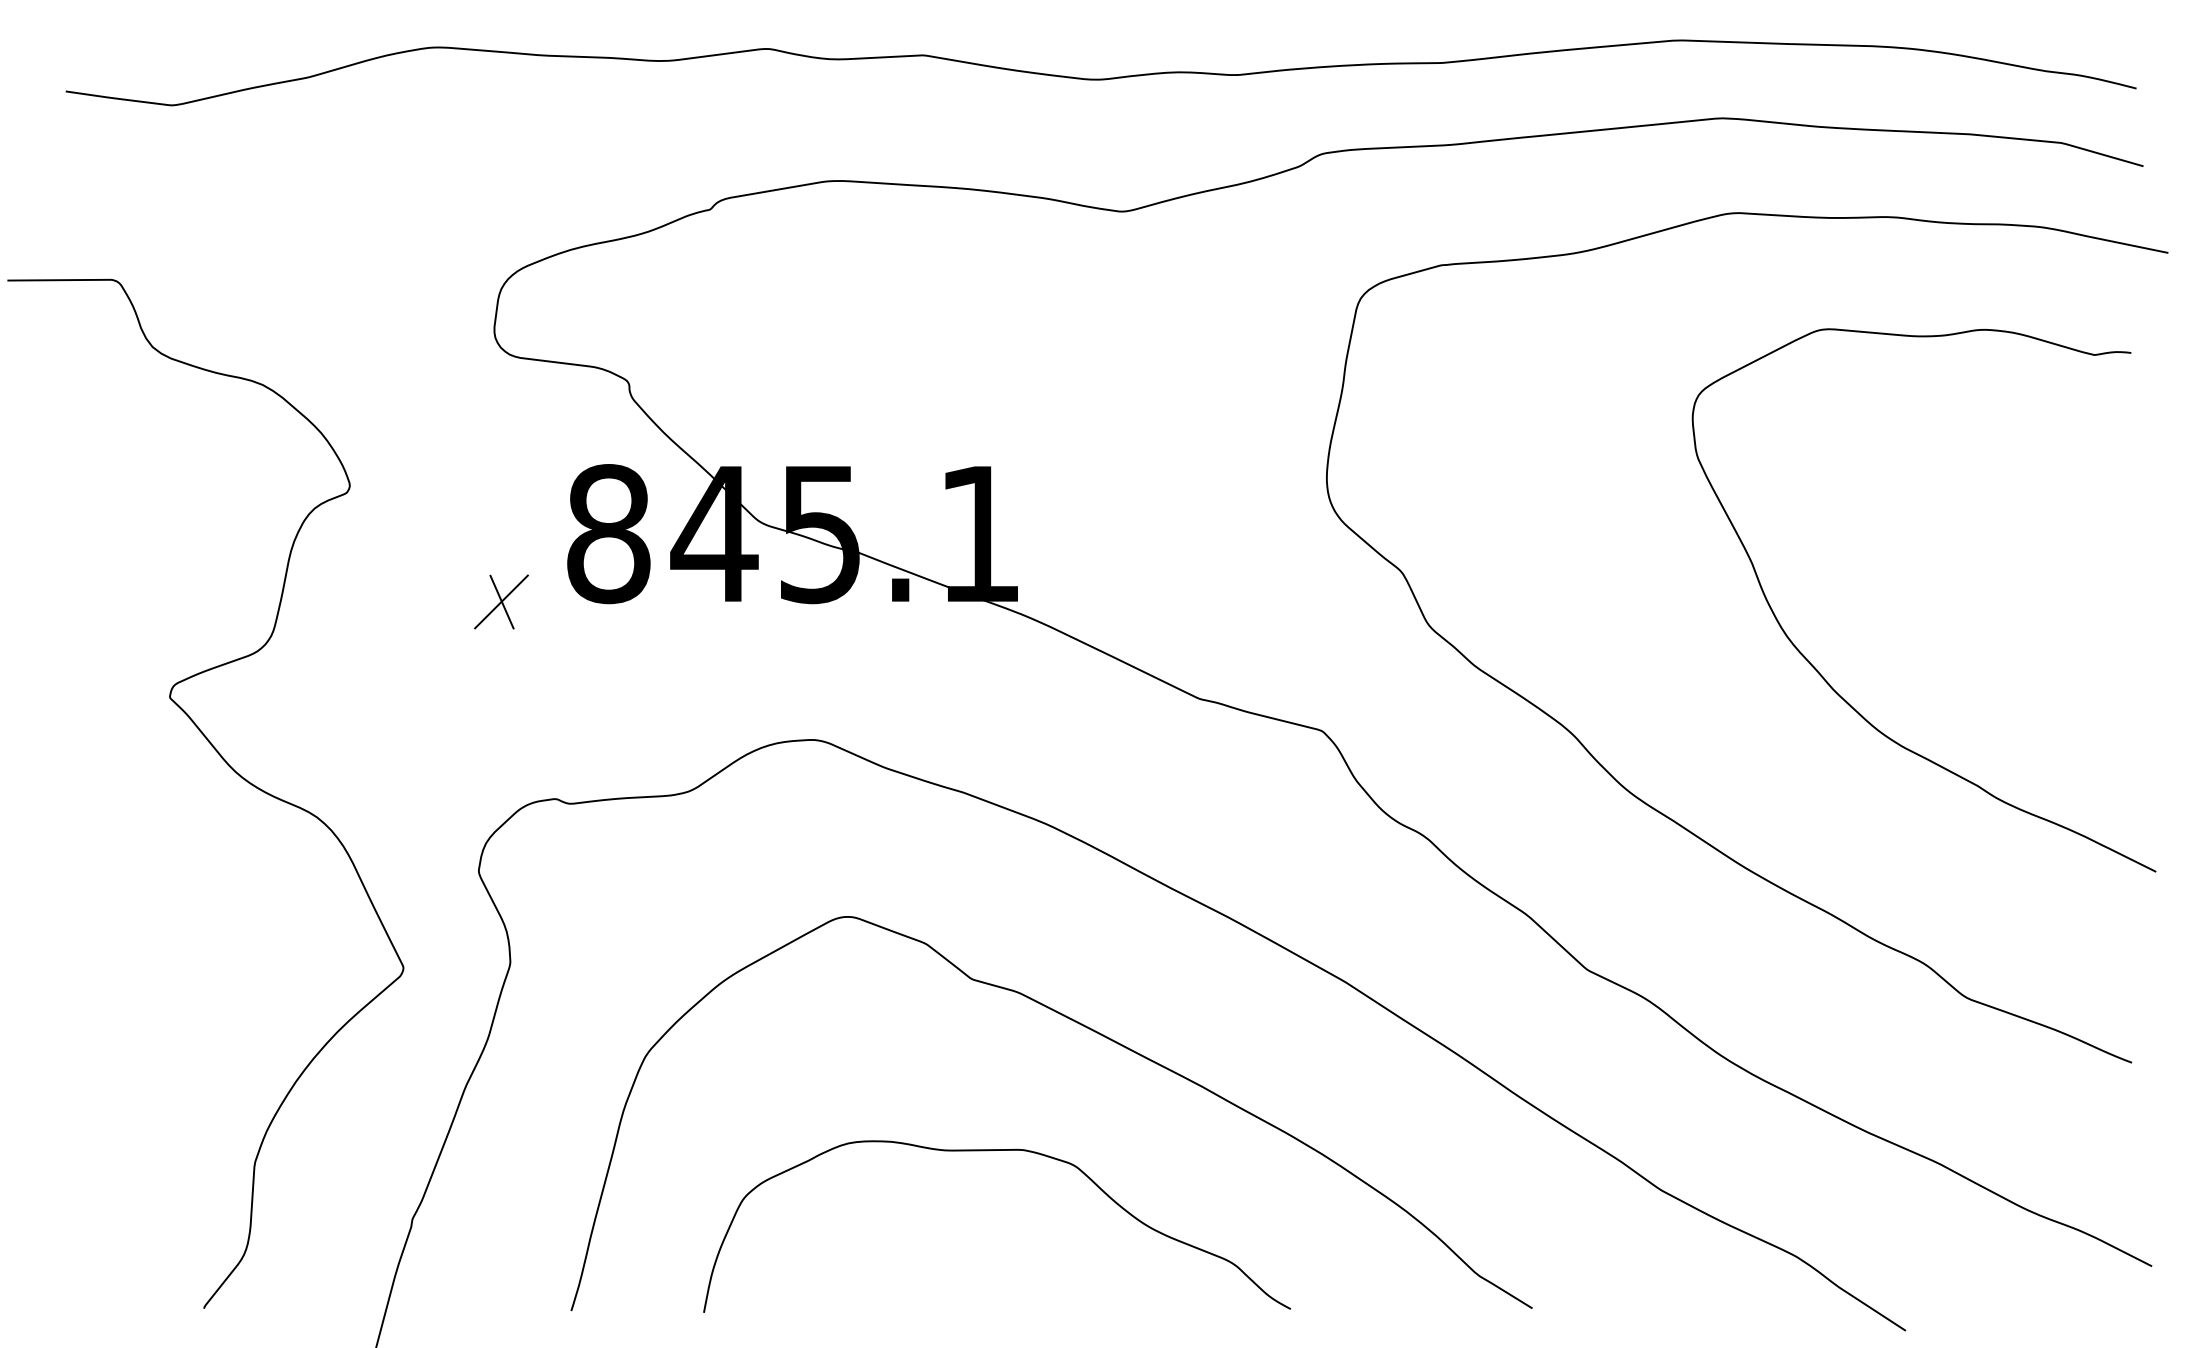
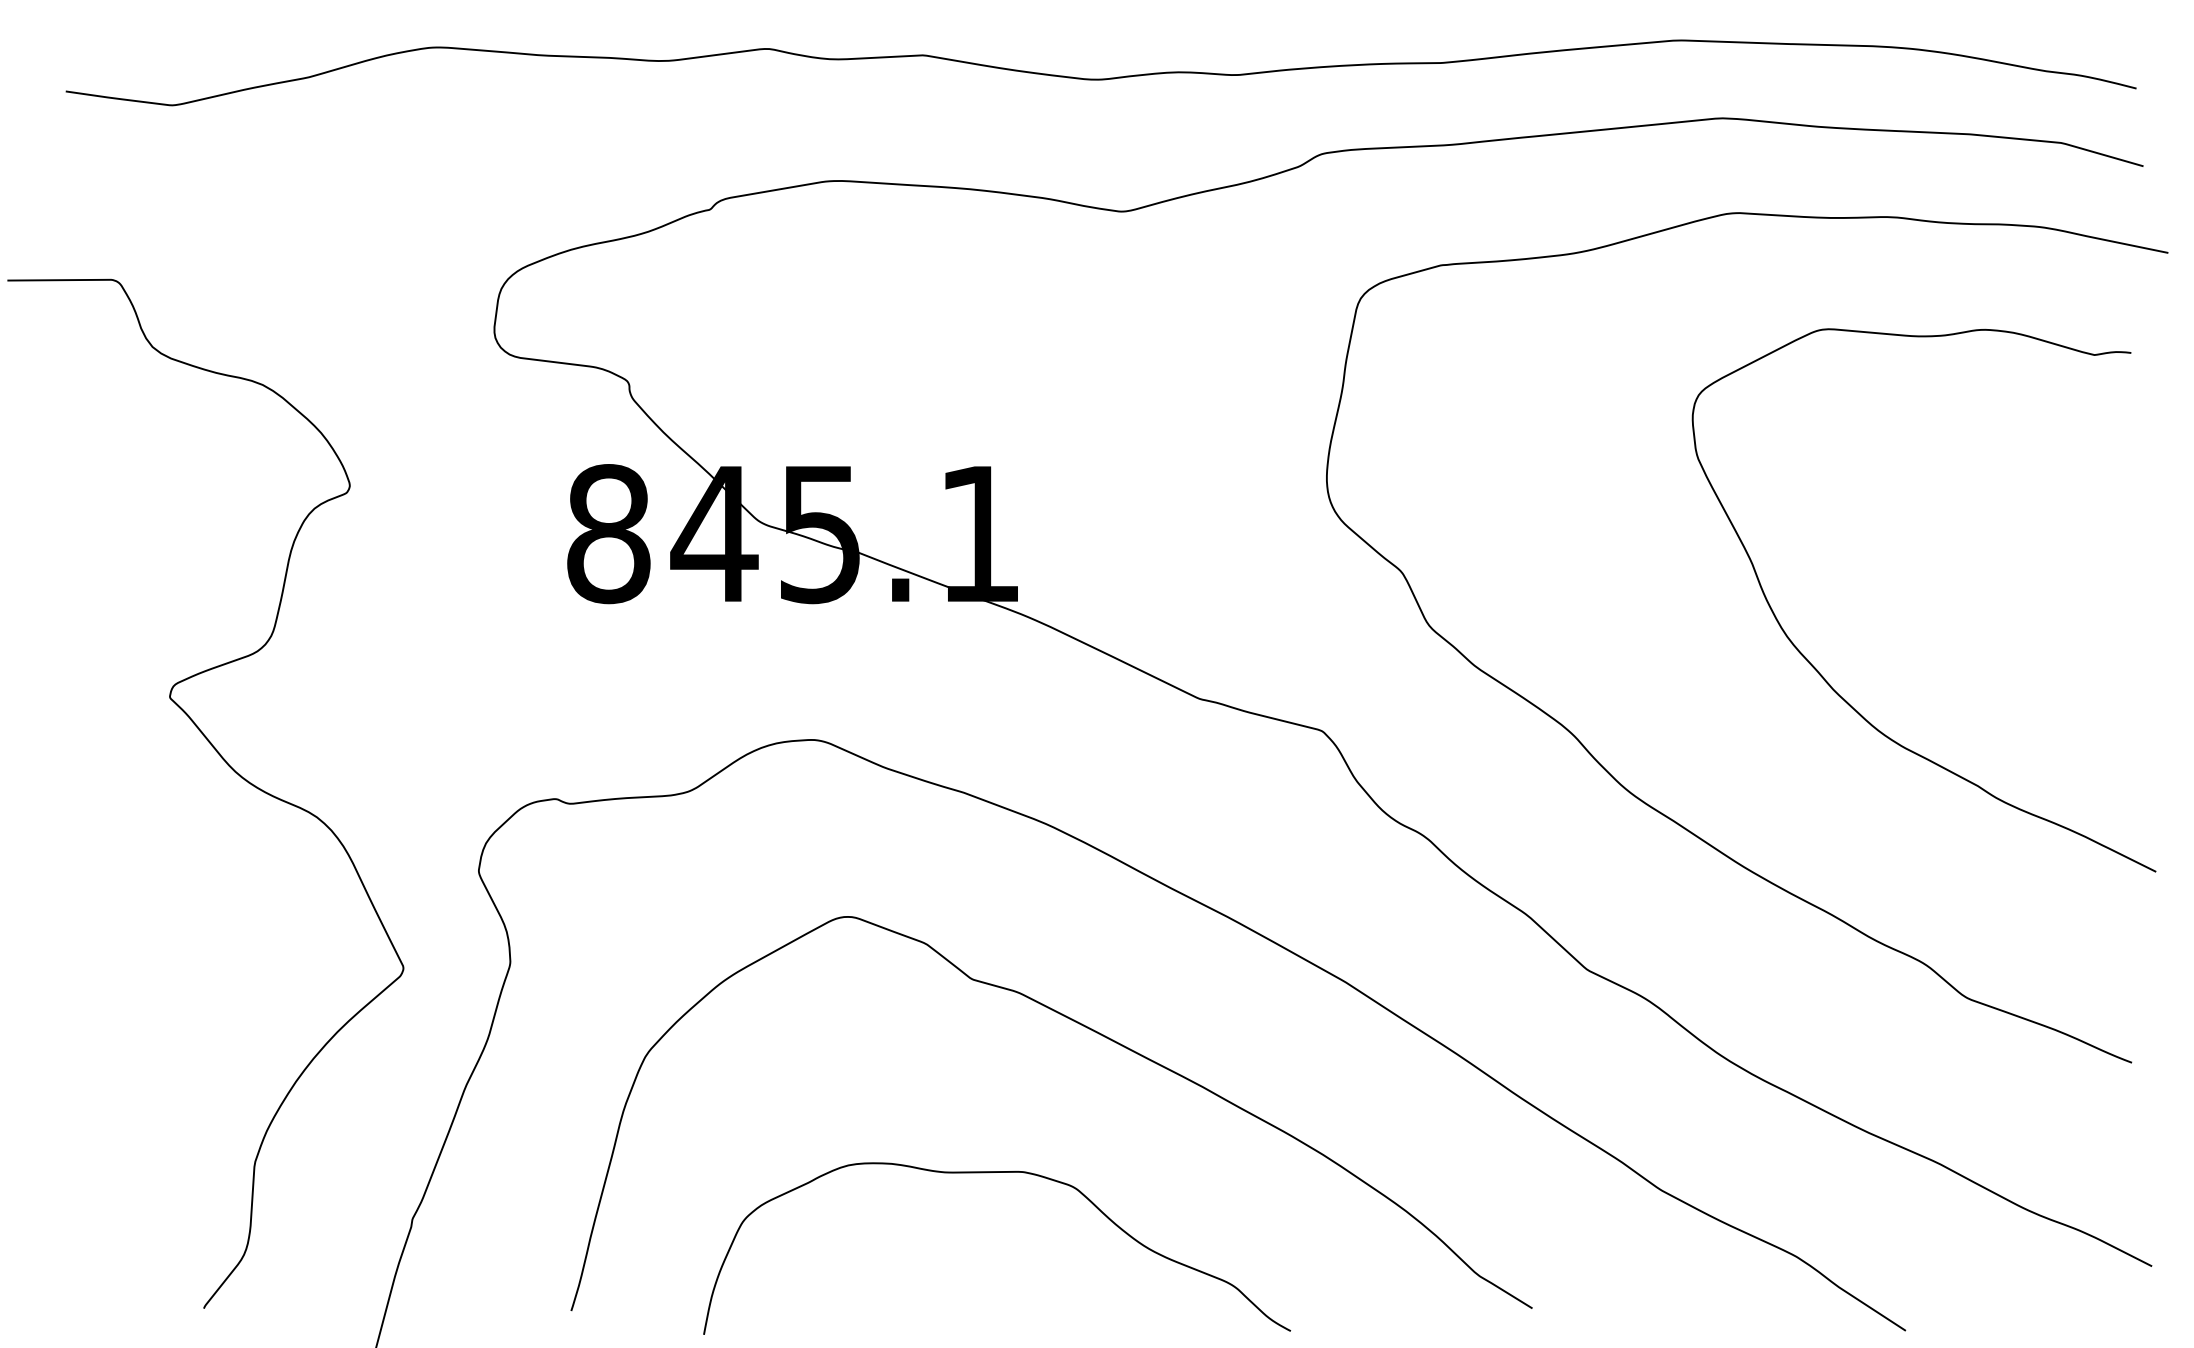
part at (501, 601): present -> none
curve at (988, 1151) position: (988, 1151) -> (988, 1173)
